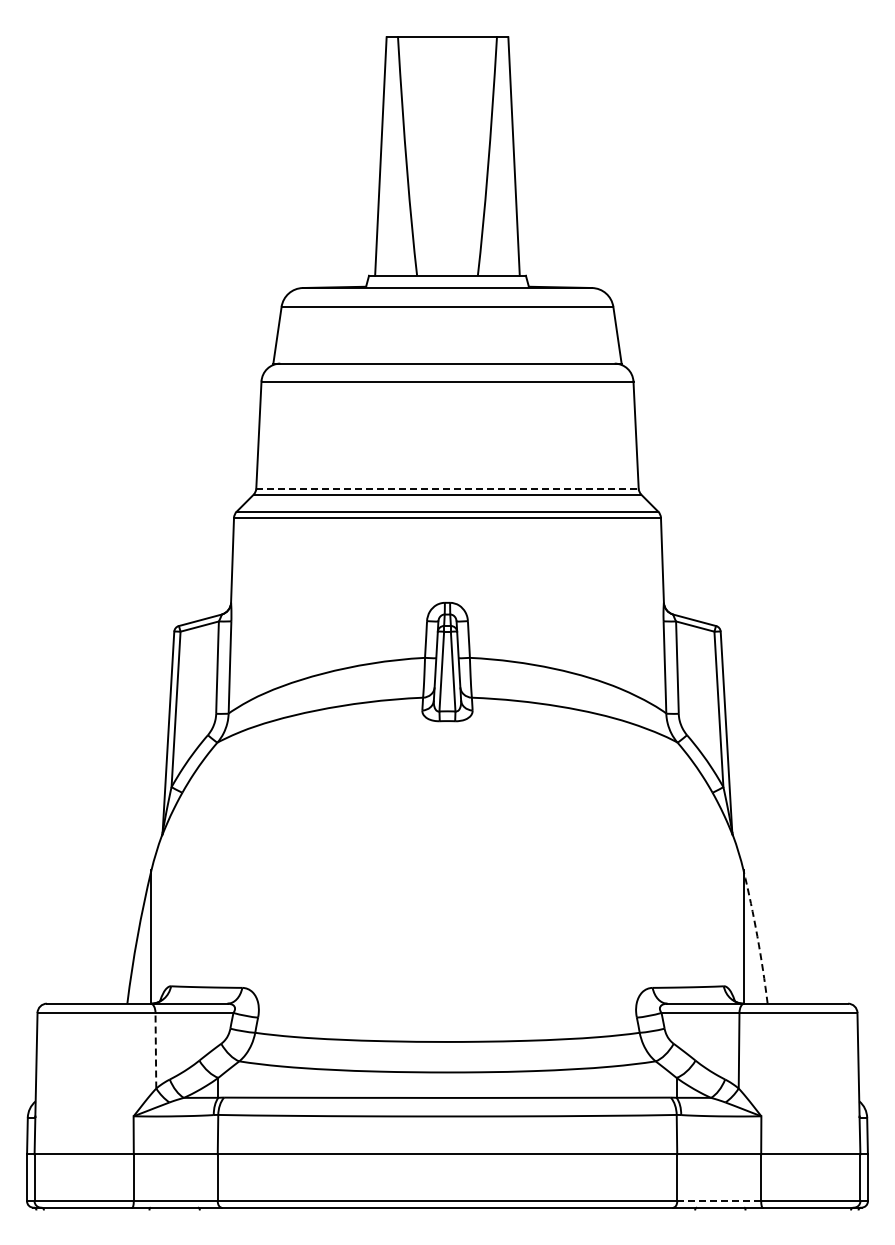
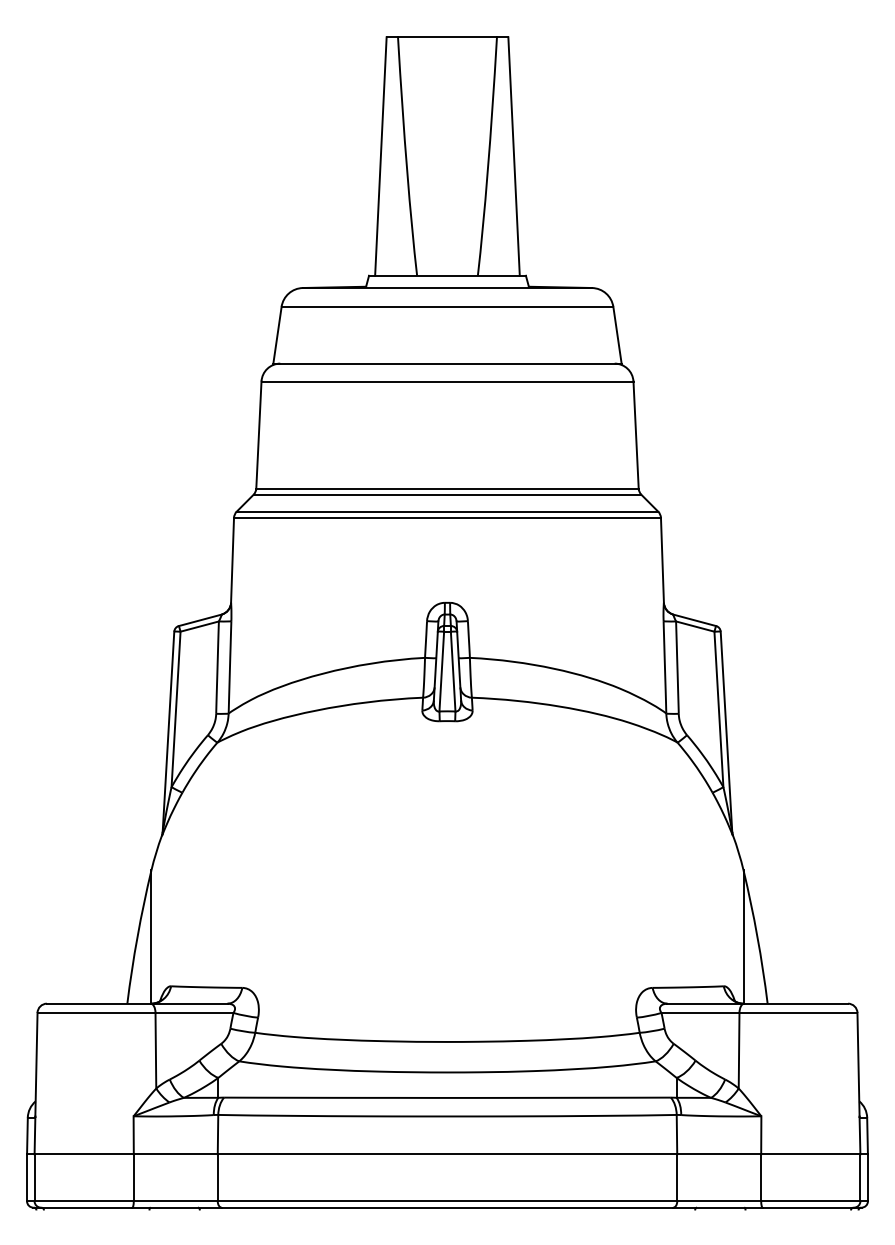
line at (448, 488): dashed -> solid
arc at (757, 936): dashed -> solid
line at (155, 1050): dashed -> solid
line at (719, 1201): dashed -> solid
